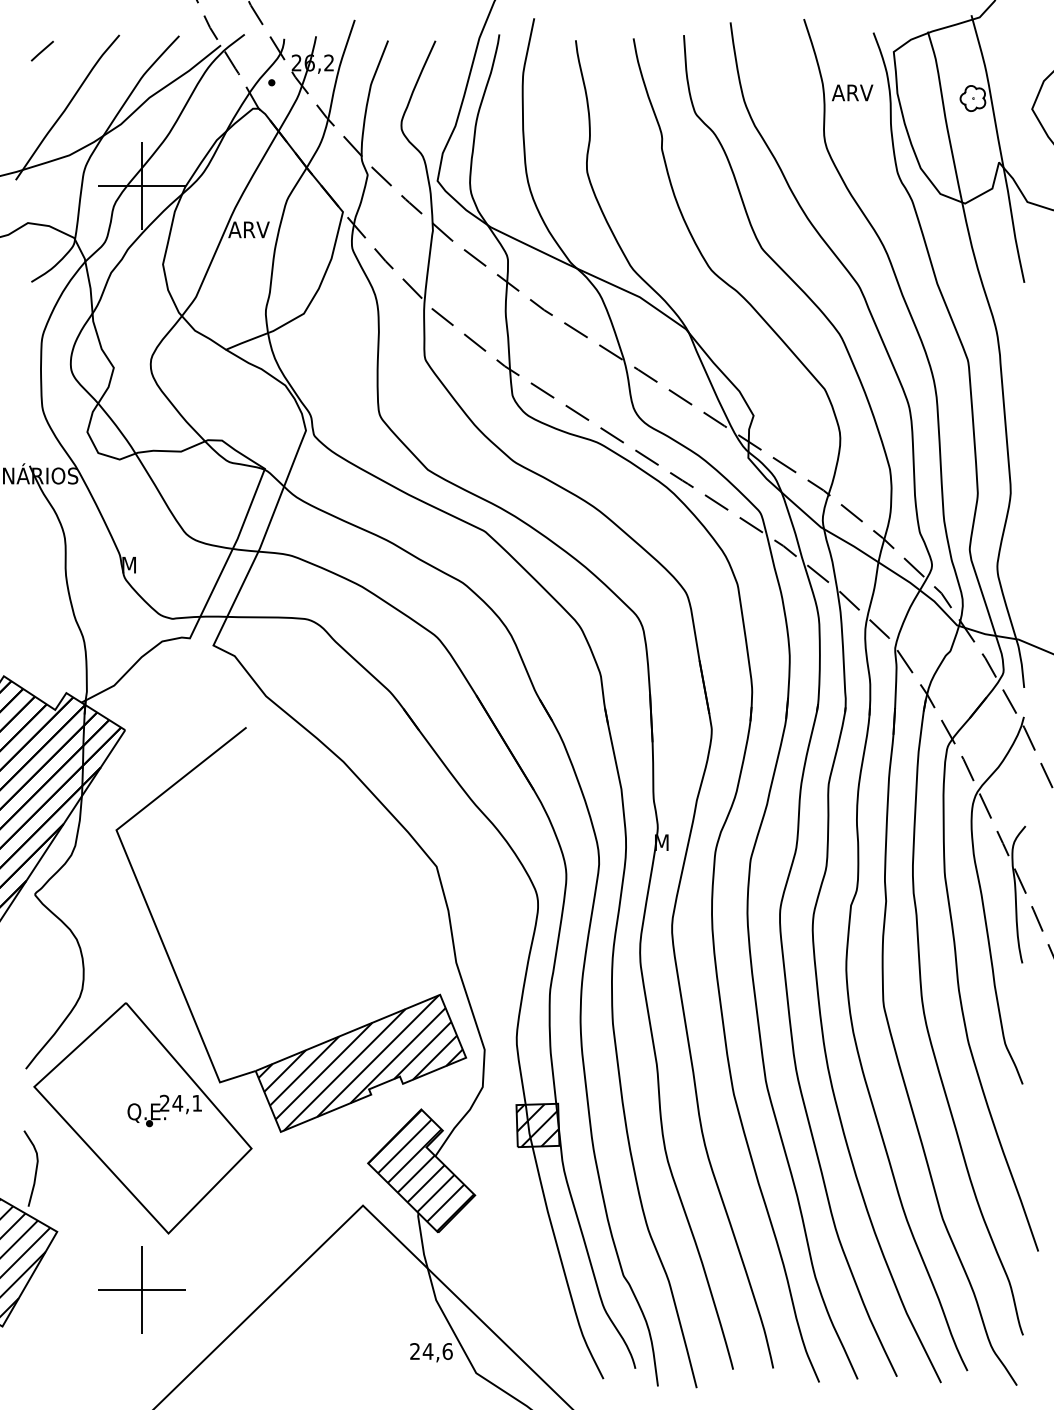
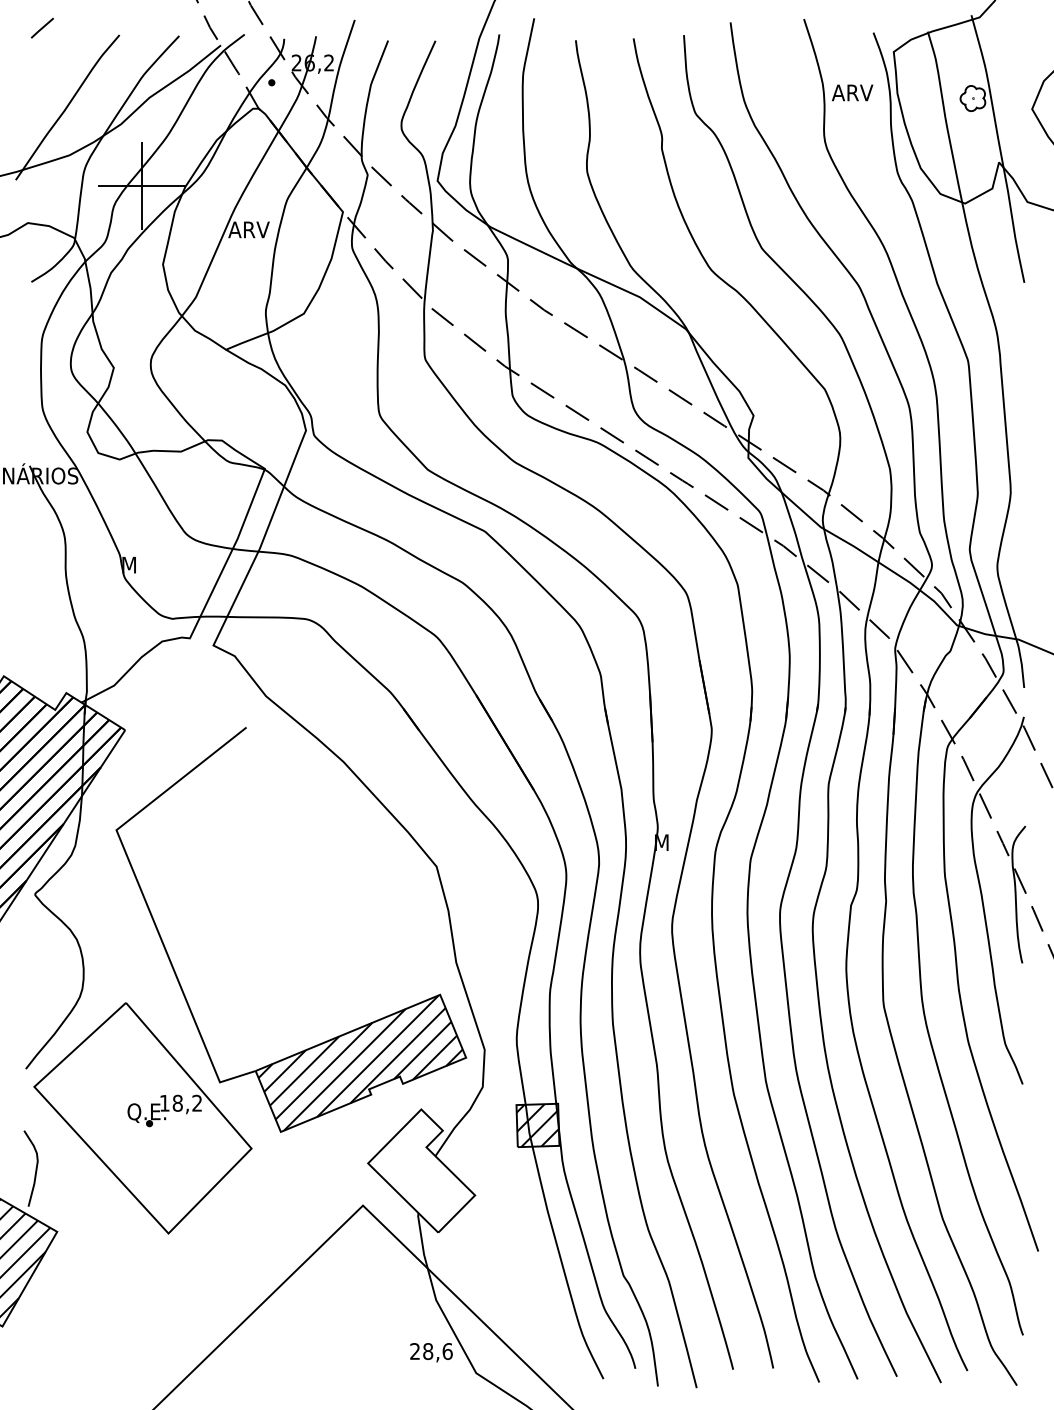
line at (41, 50) position: (41, 50) -> (41, 27)
text at (180, 1102): 24,1 -> 18,2
hatch at (421, 1170): present -> none
part at (141, 1289): present -> none
text at (427, 1351): 24,6 -> 28,6
